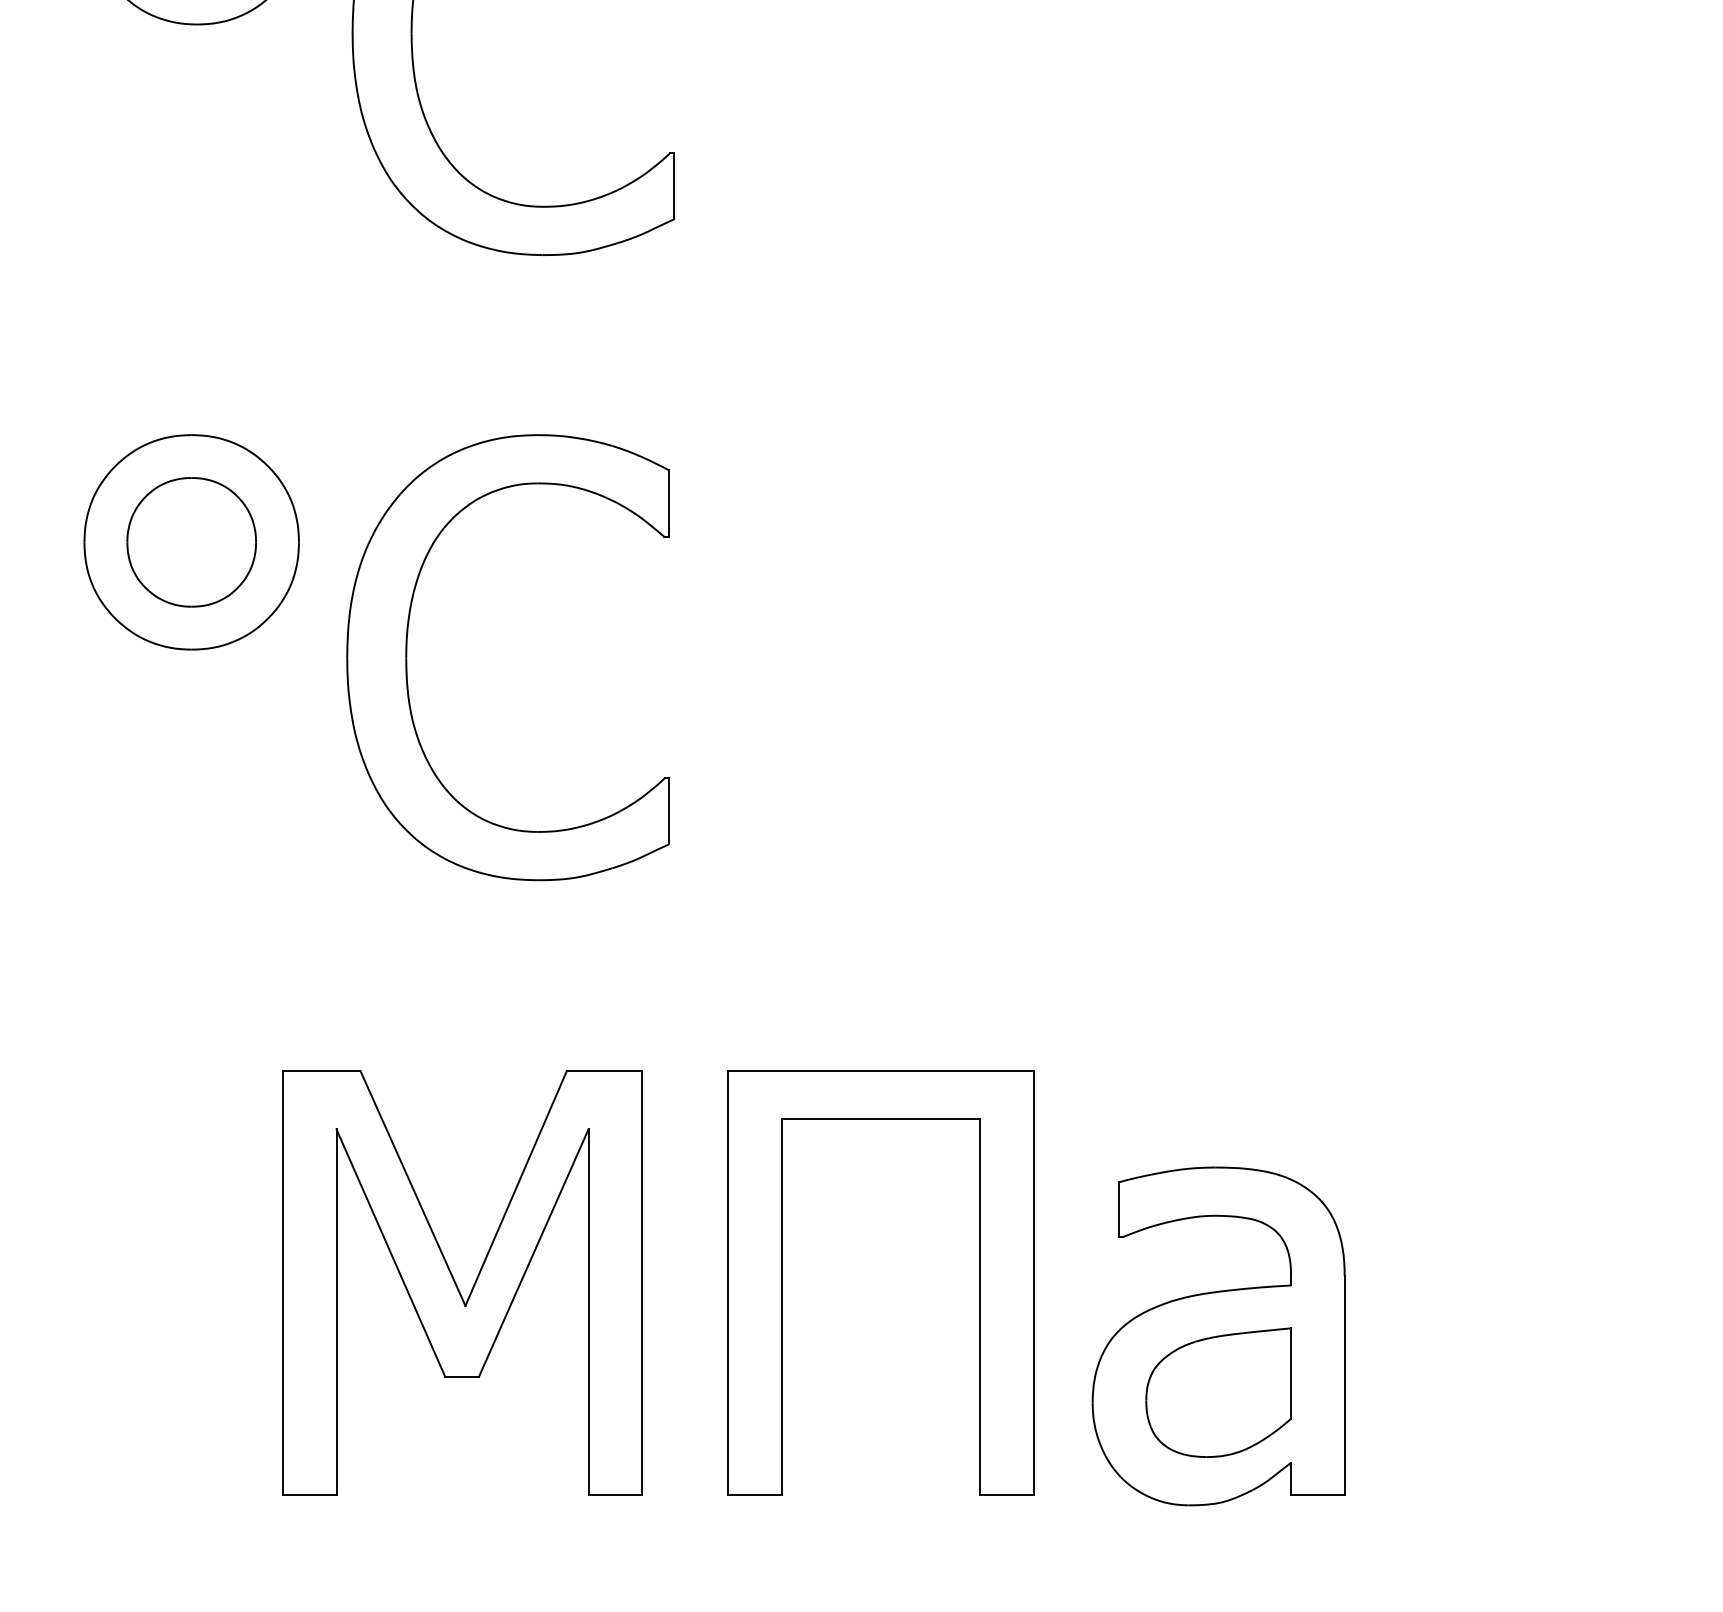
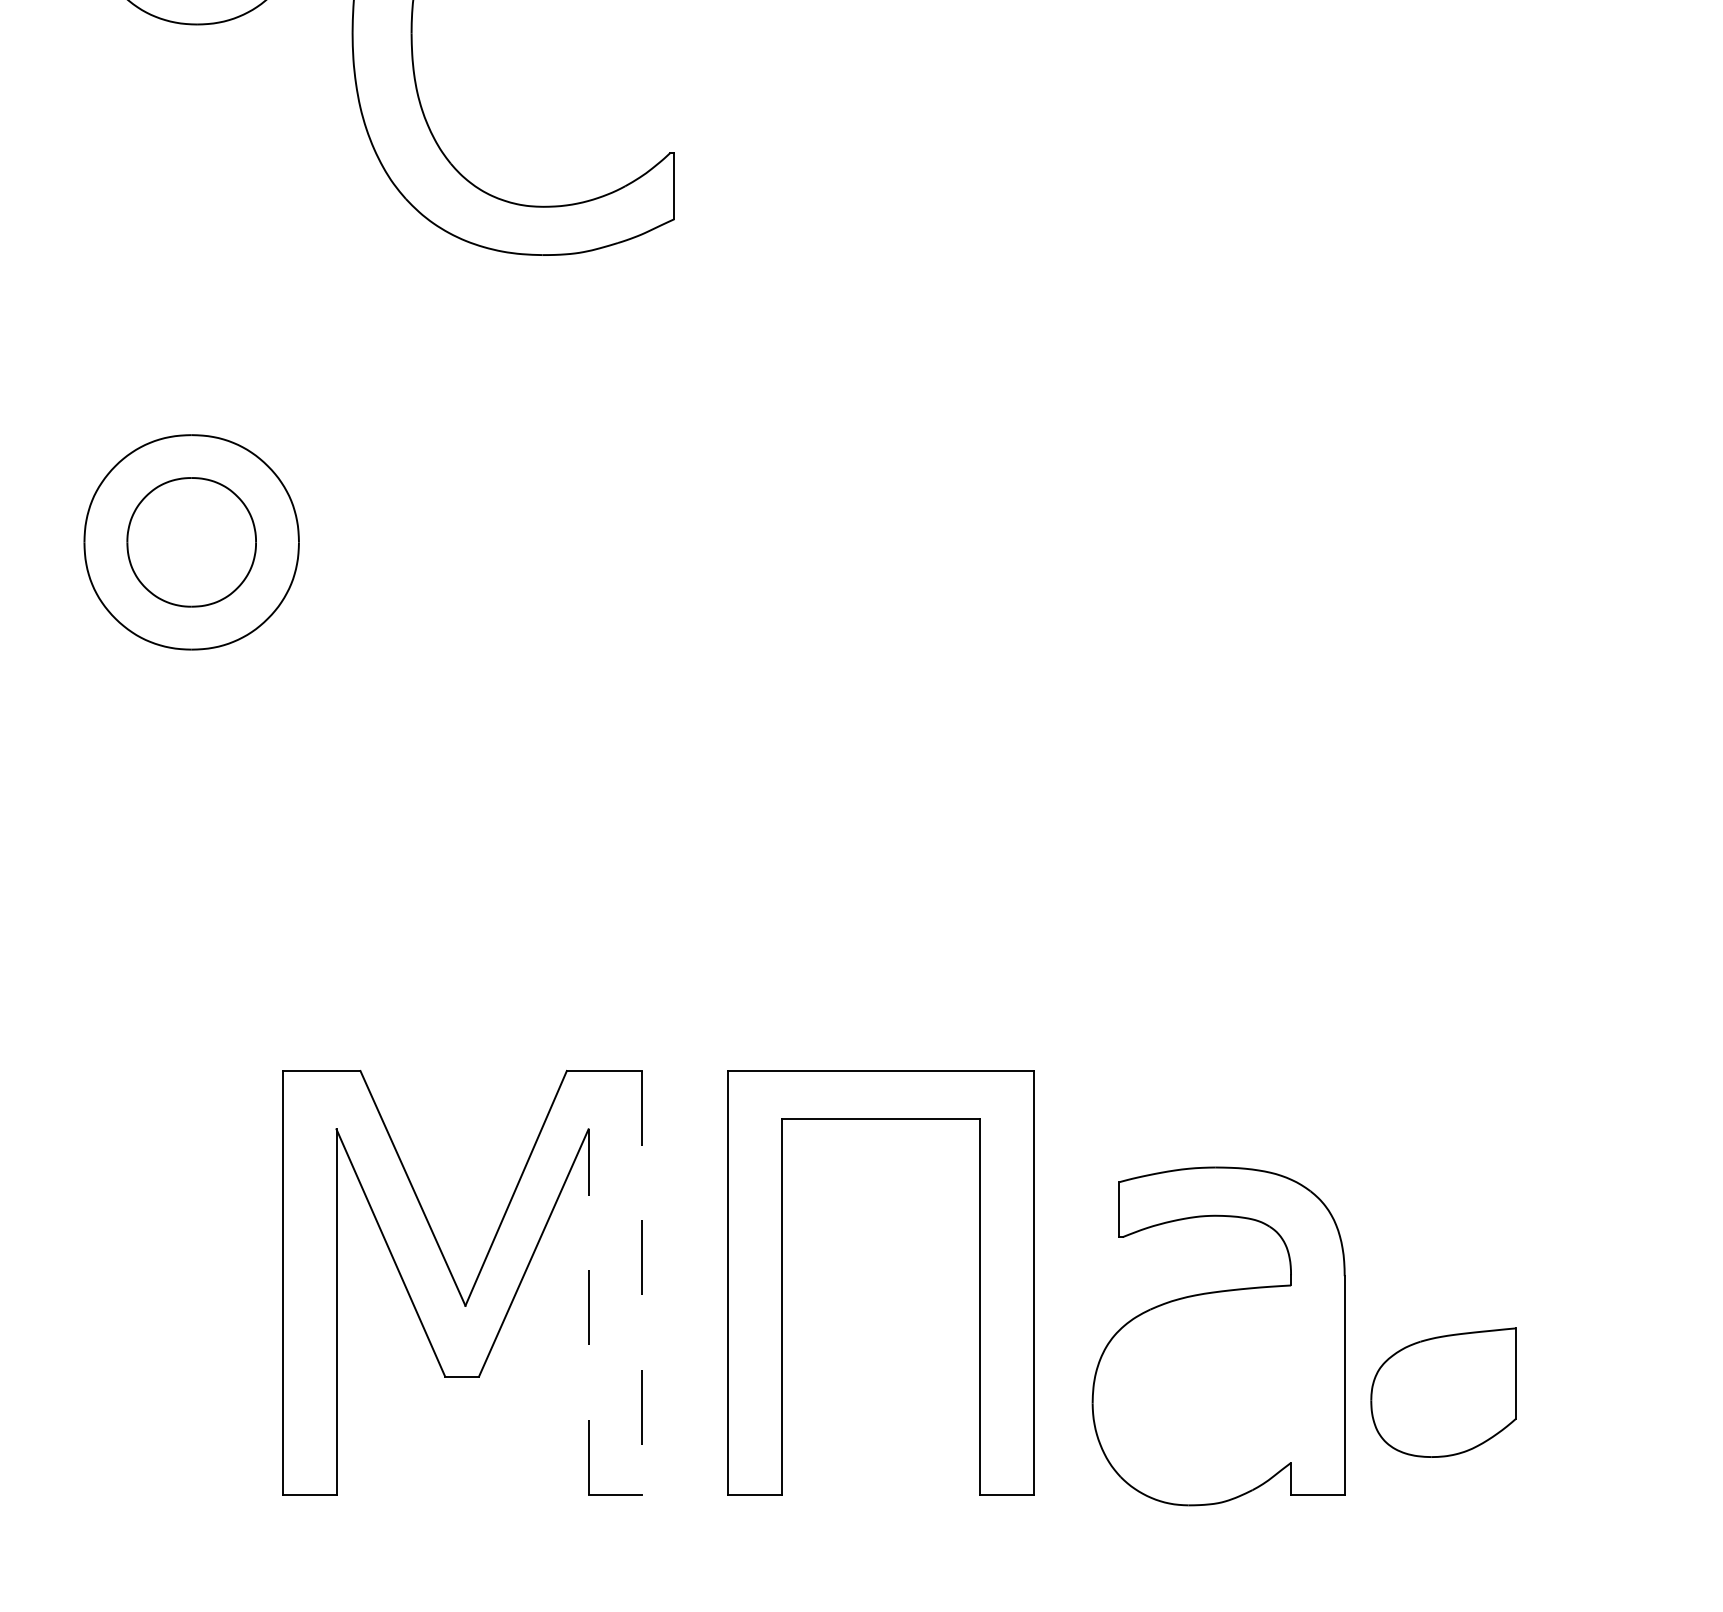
part at (407, 657): present -> none
line at (642, 1282): solid -> dashed
line at (588, 1311): solid -> dashed
part at (1218, 1392) position: (1218, 1392) -> (1443, 1392)
